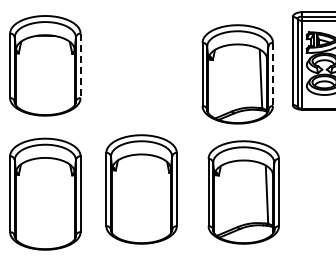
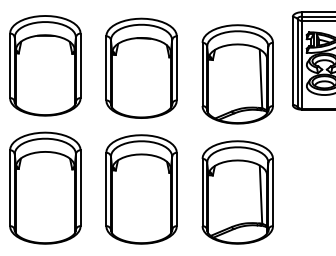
line at (80, 66): dashed -> solid
part at (141, 67): none -> present
line at (273, 74): dashed -> solid
part at (243, 192) position: (243, 192) -> (237, 192)
part at (45, 193) position: (45, 193) -> (45, 187)
